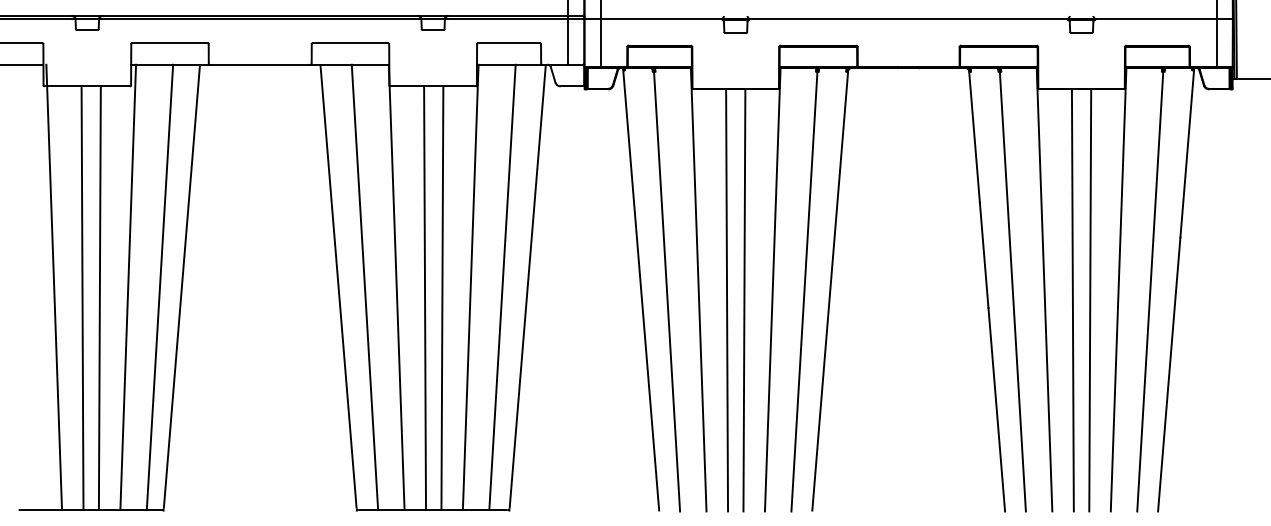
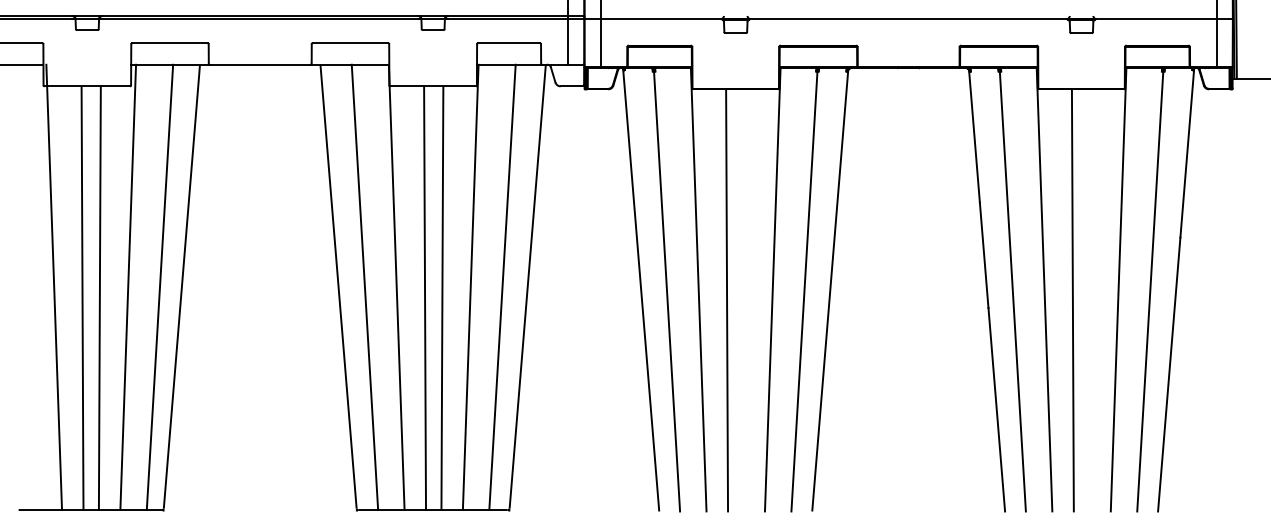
line at (744, 300): present -> none
line at (1090, 300): present -> none
